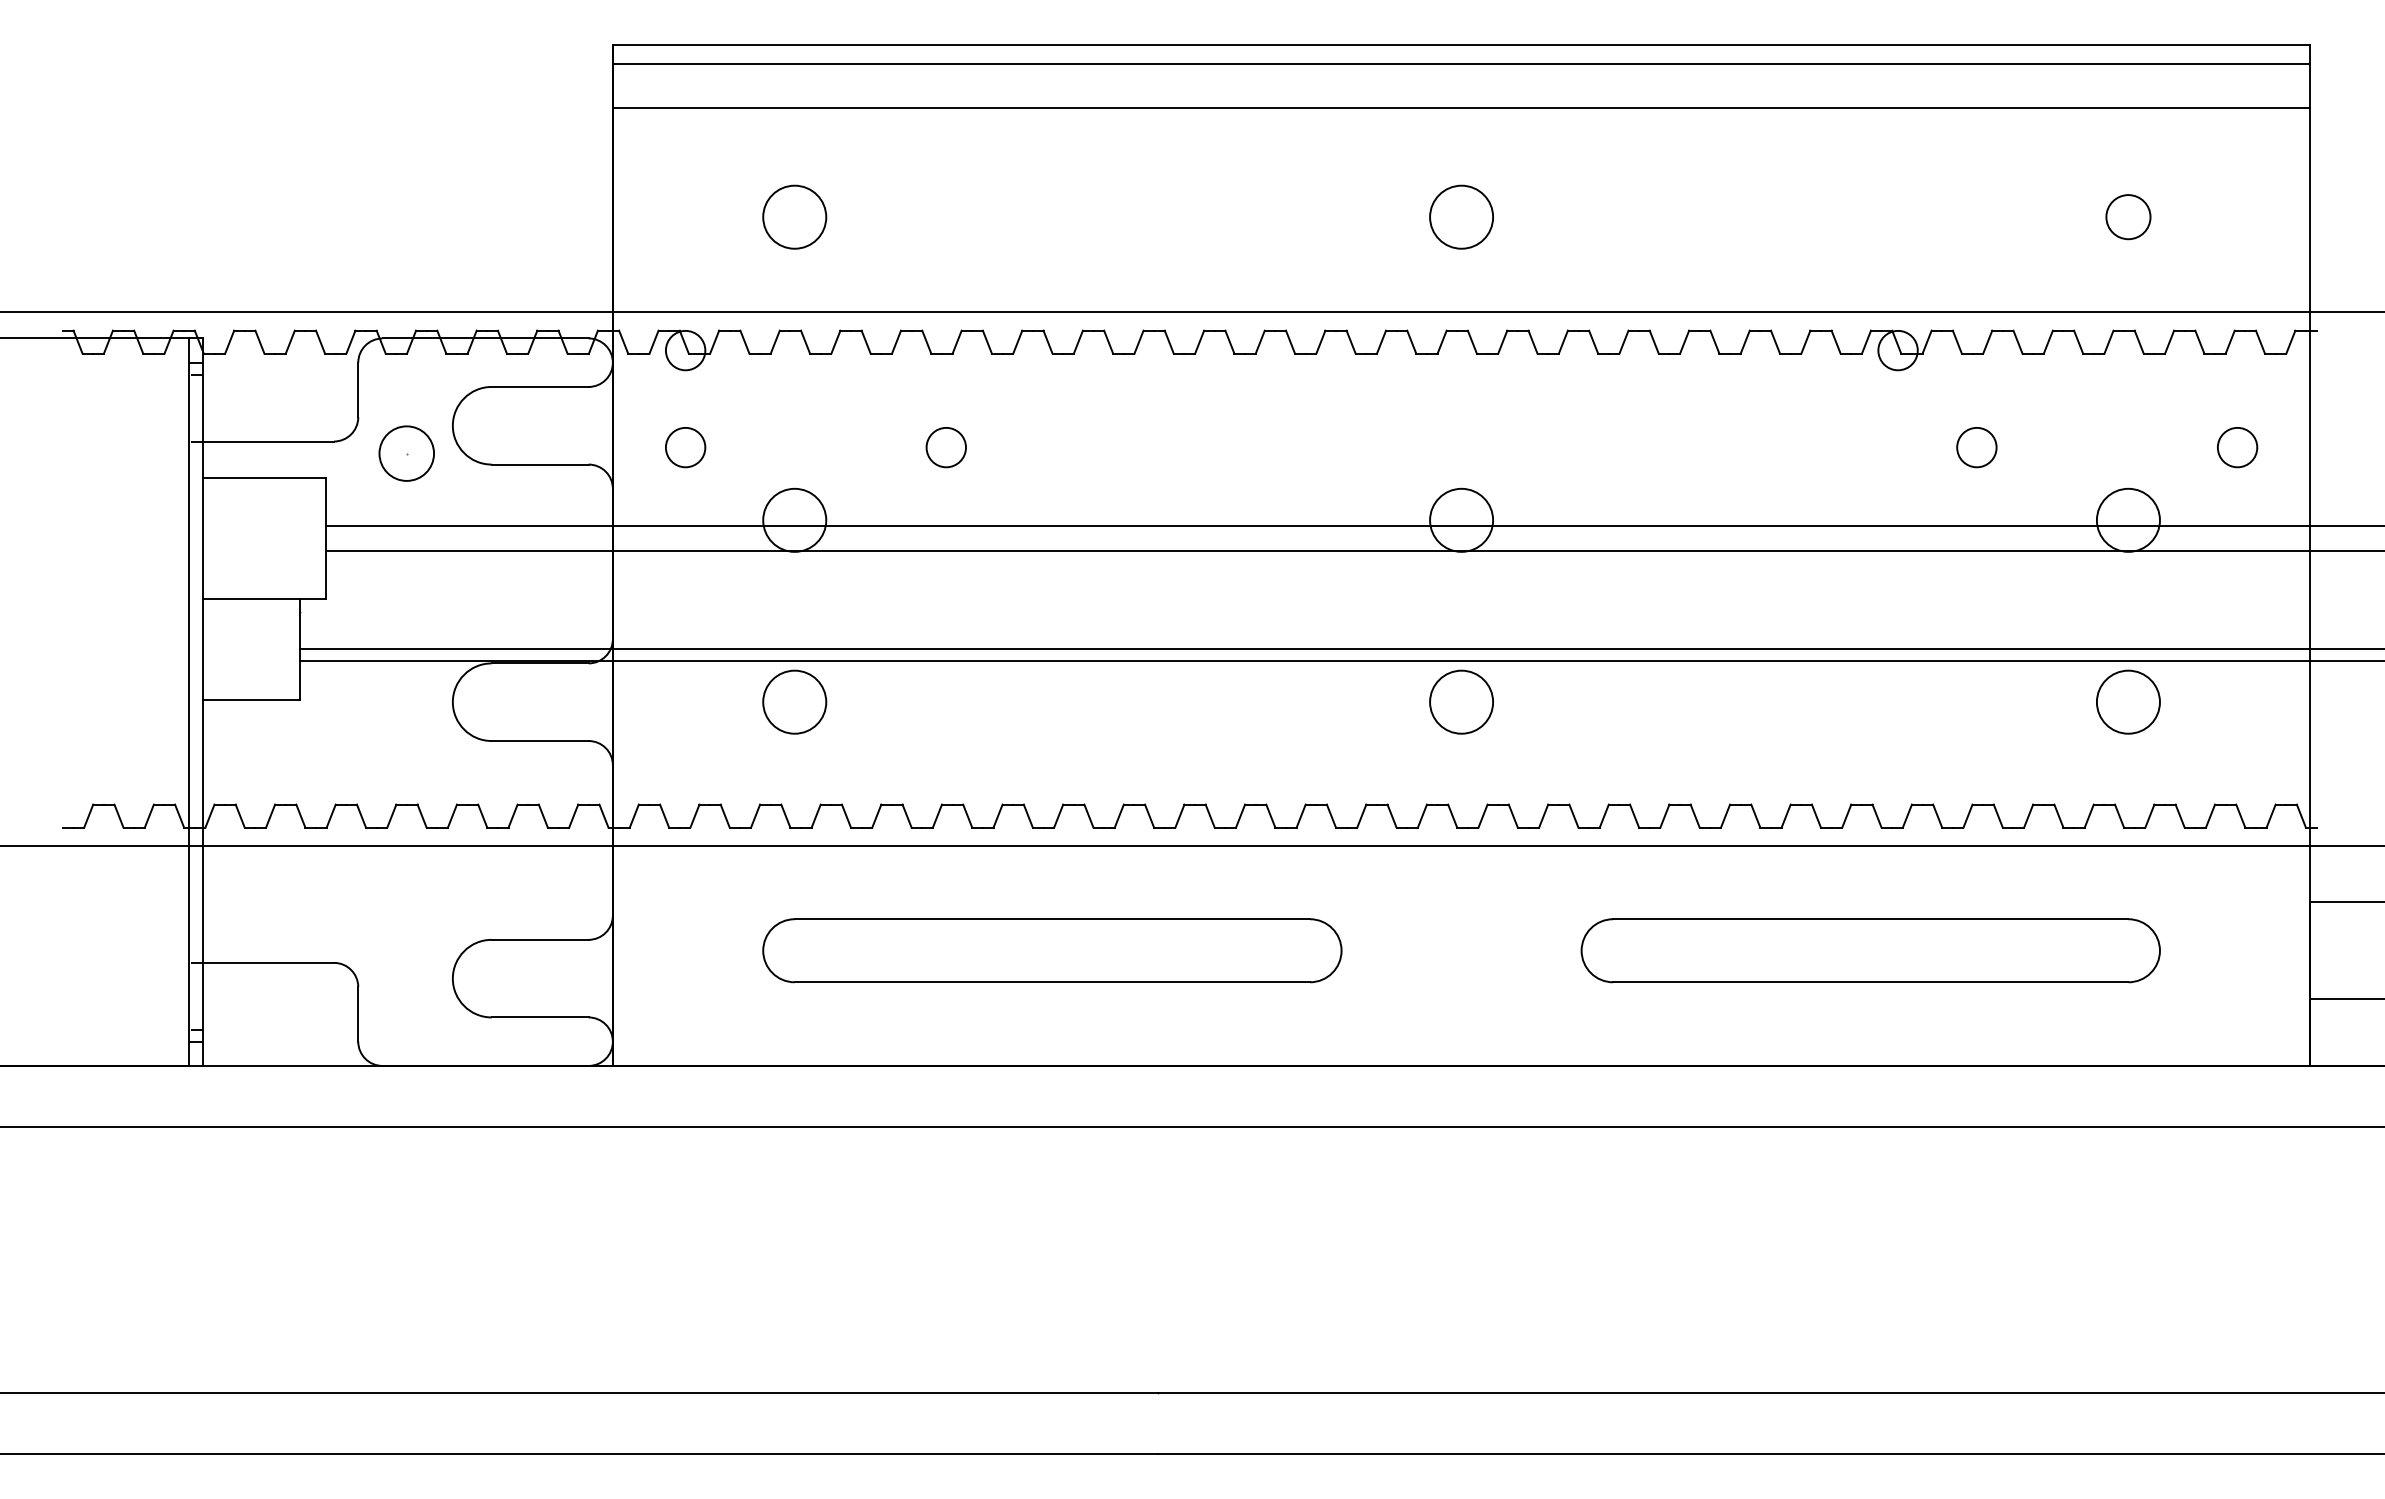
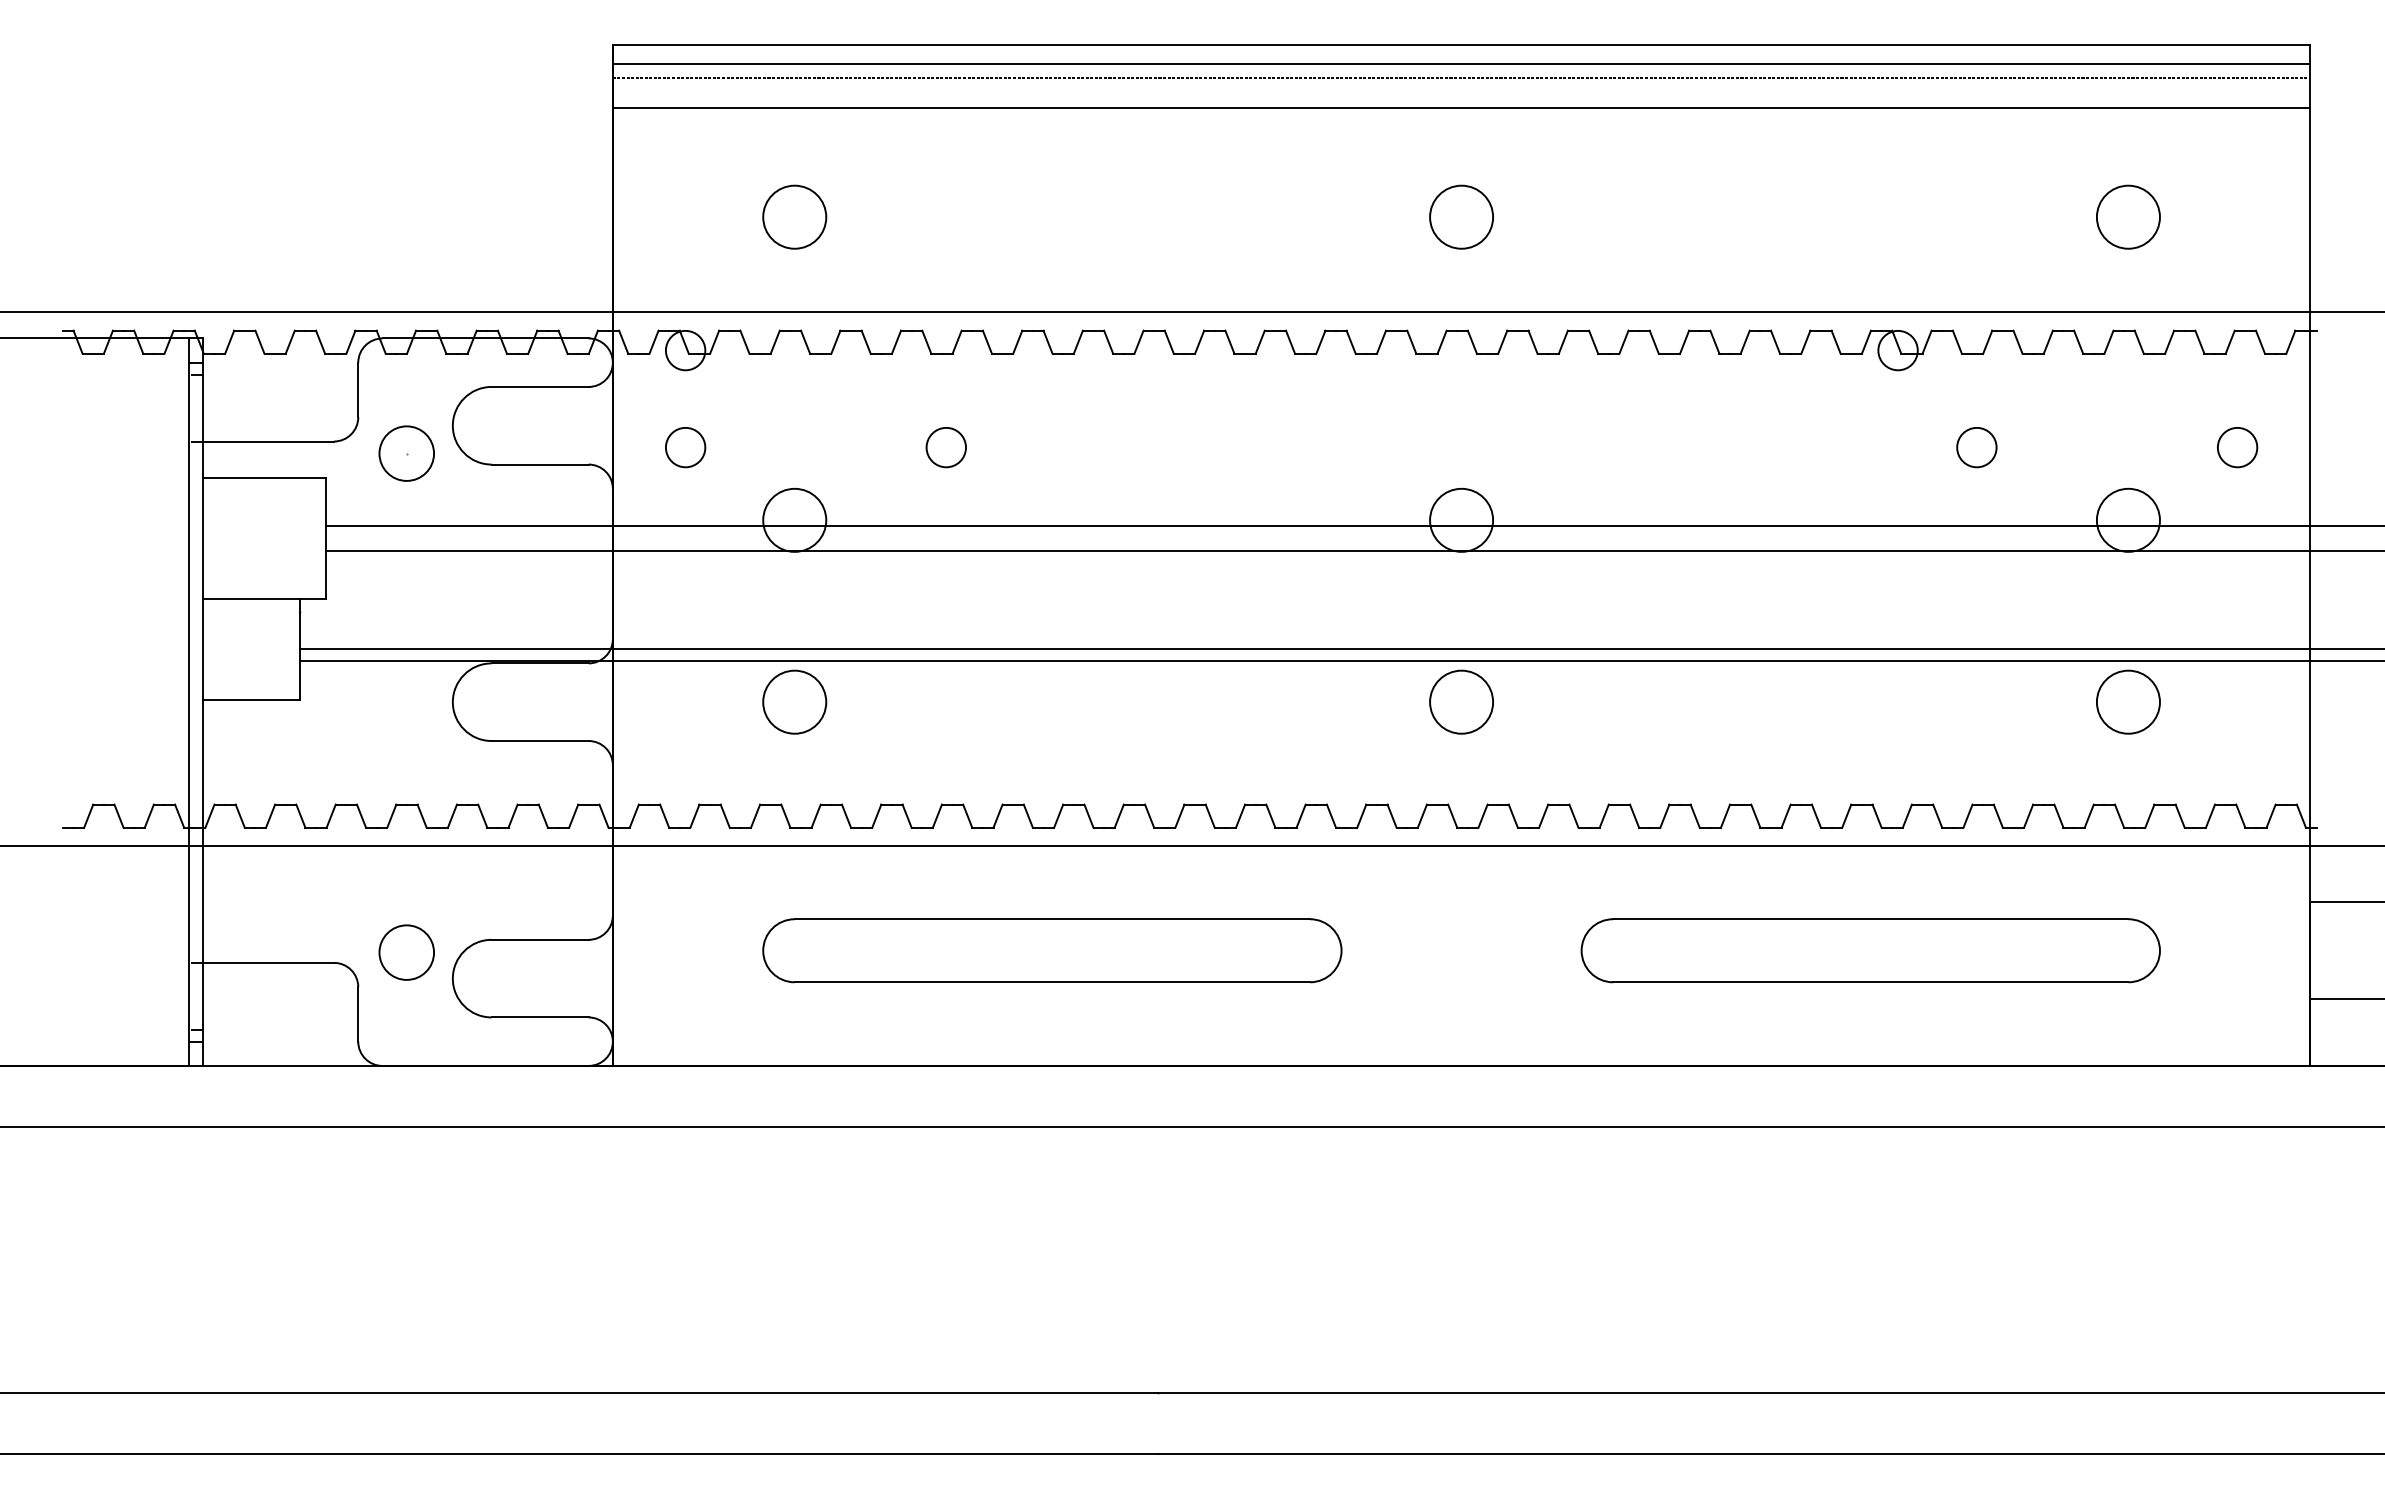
line at (1461, 78): none -> present
circle at (2128, 217) size: 47x47 px -> 65x66 px
circle at (406, 952): none -> present
